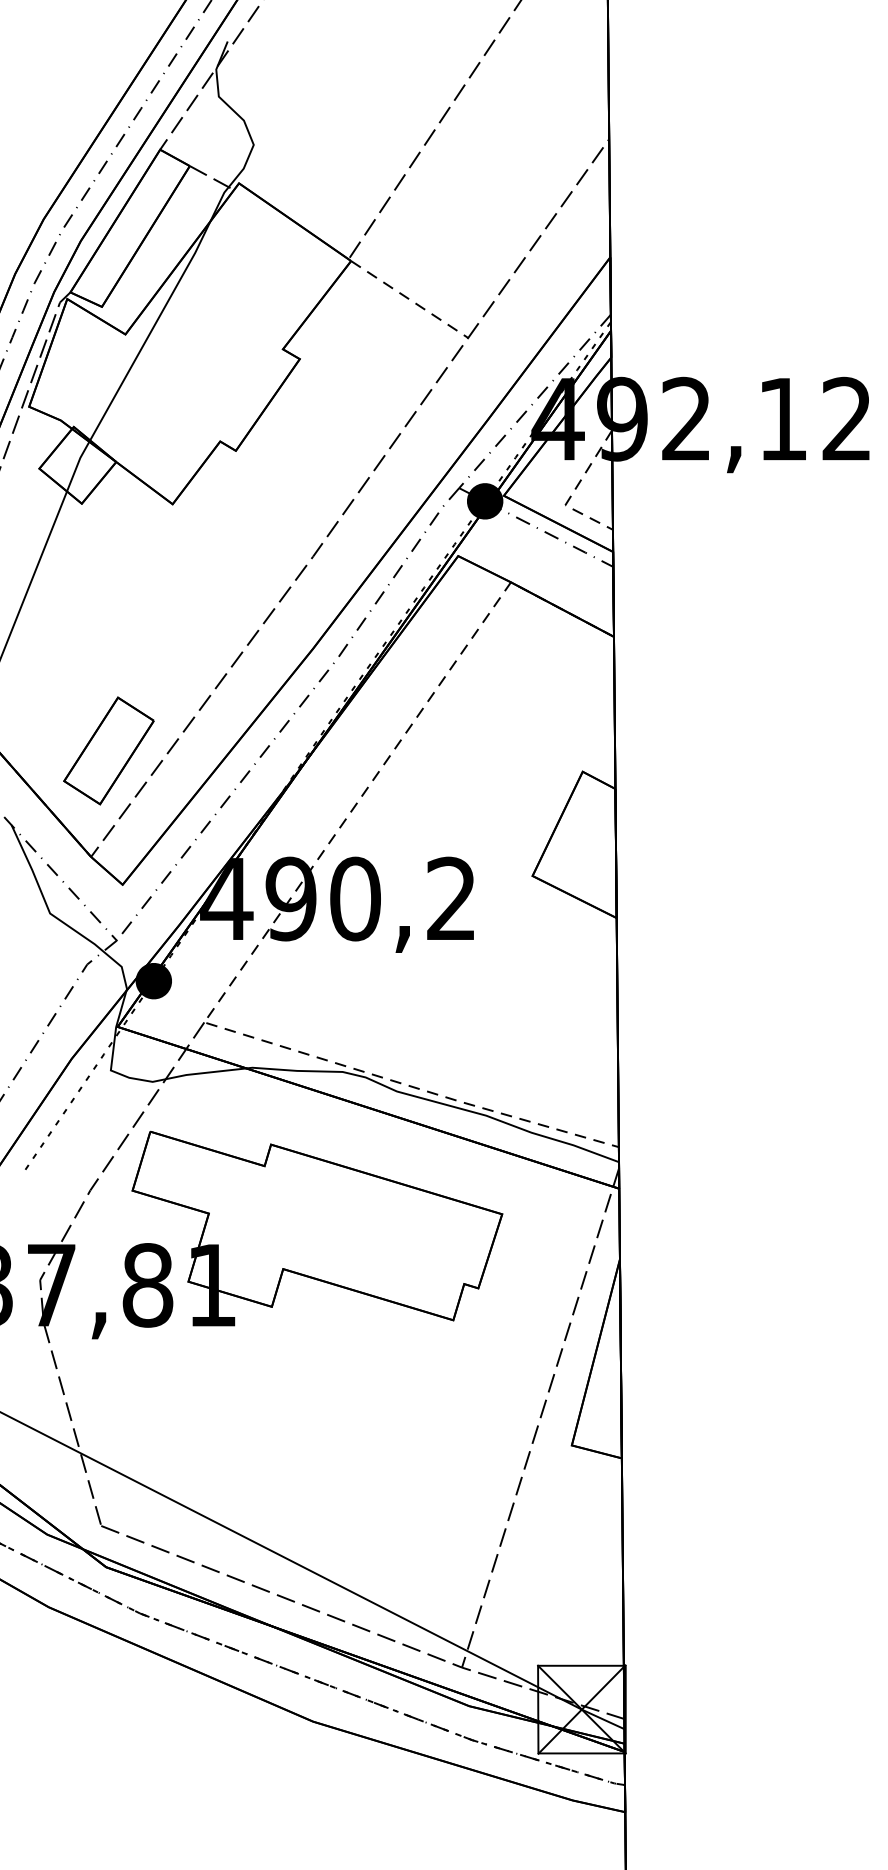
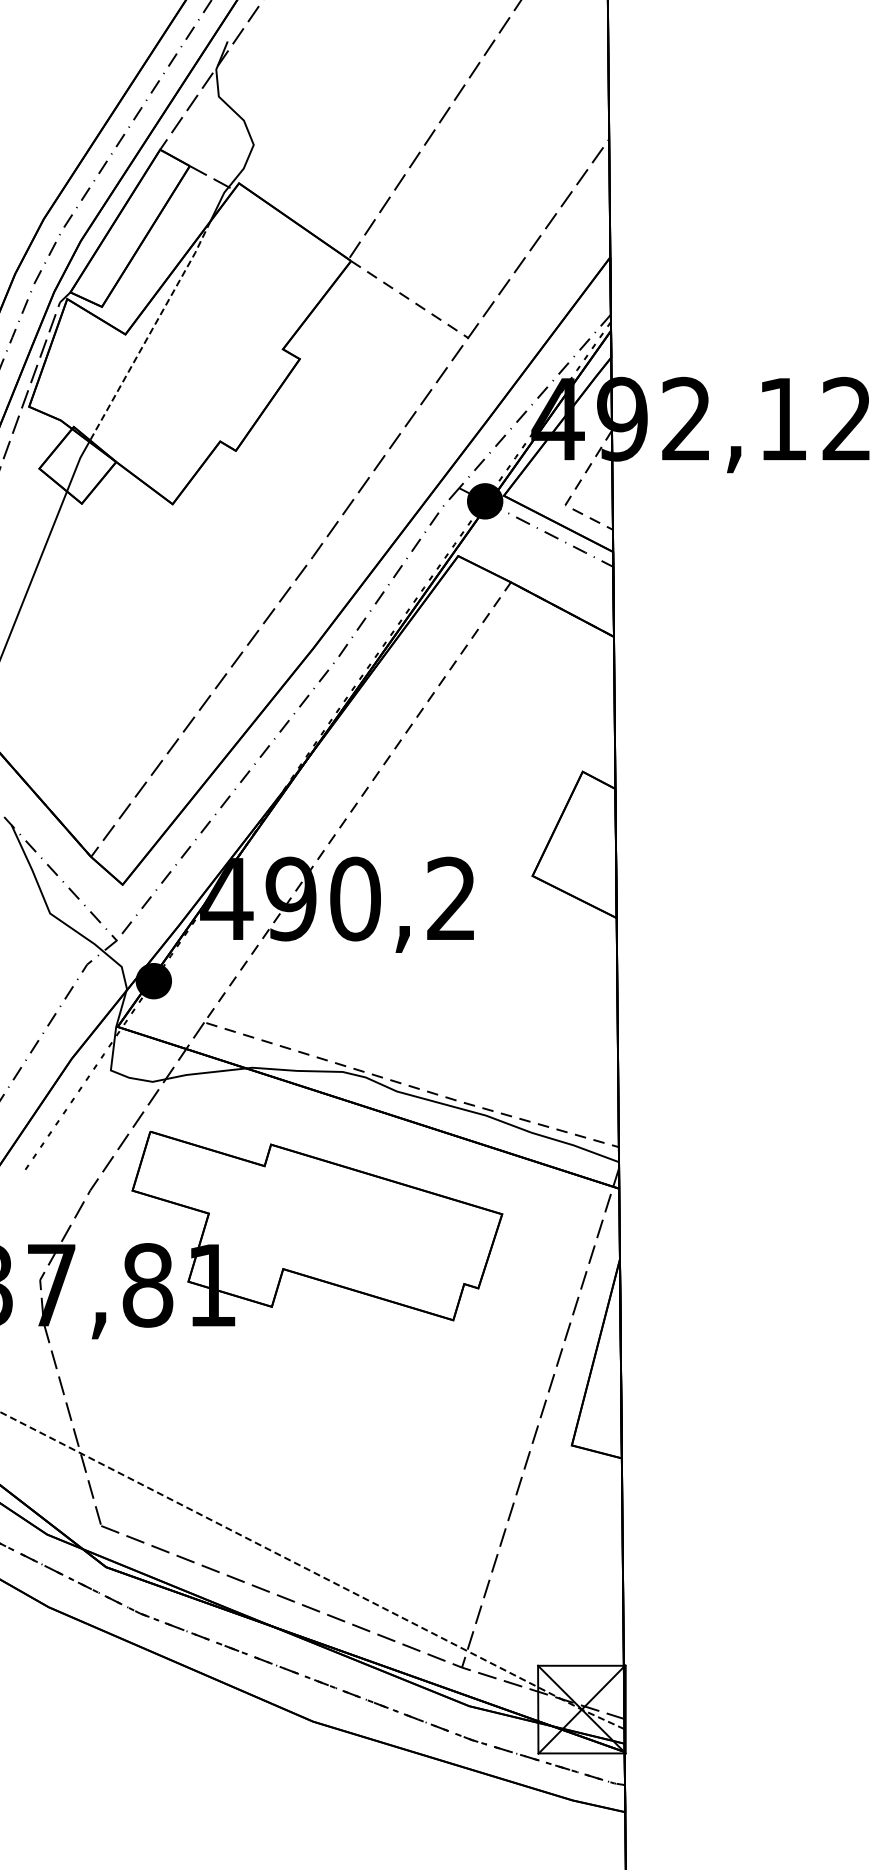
line at (150, 332): solid -> dashed
part at (108, 750): present -> none
line at (312, 1571): solid -> dashed
